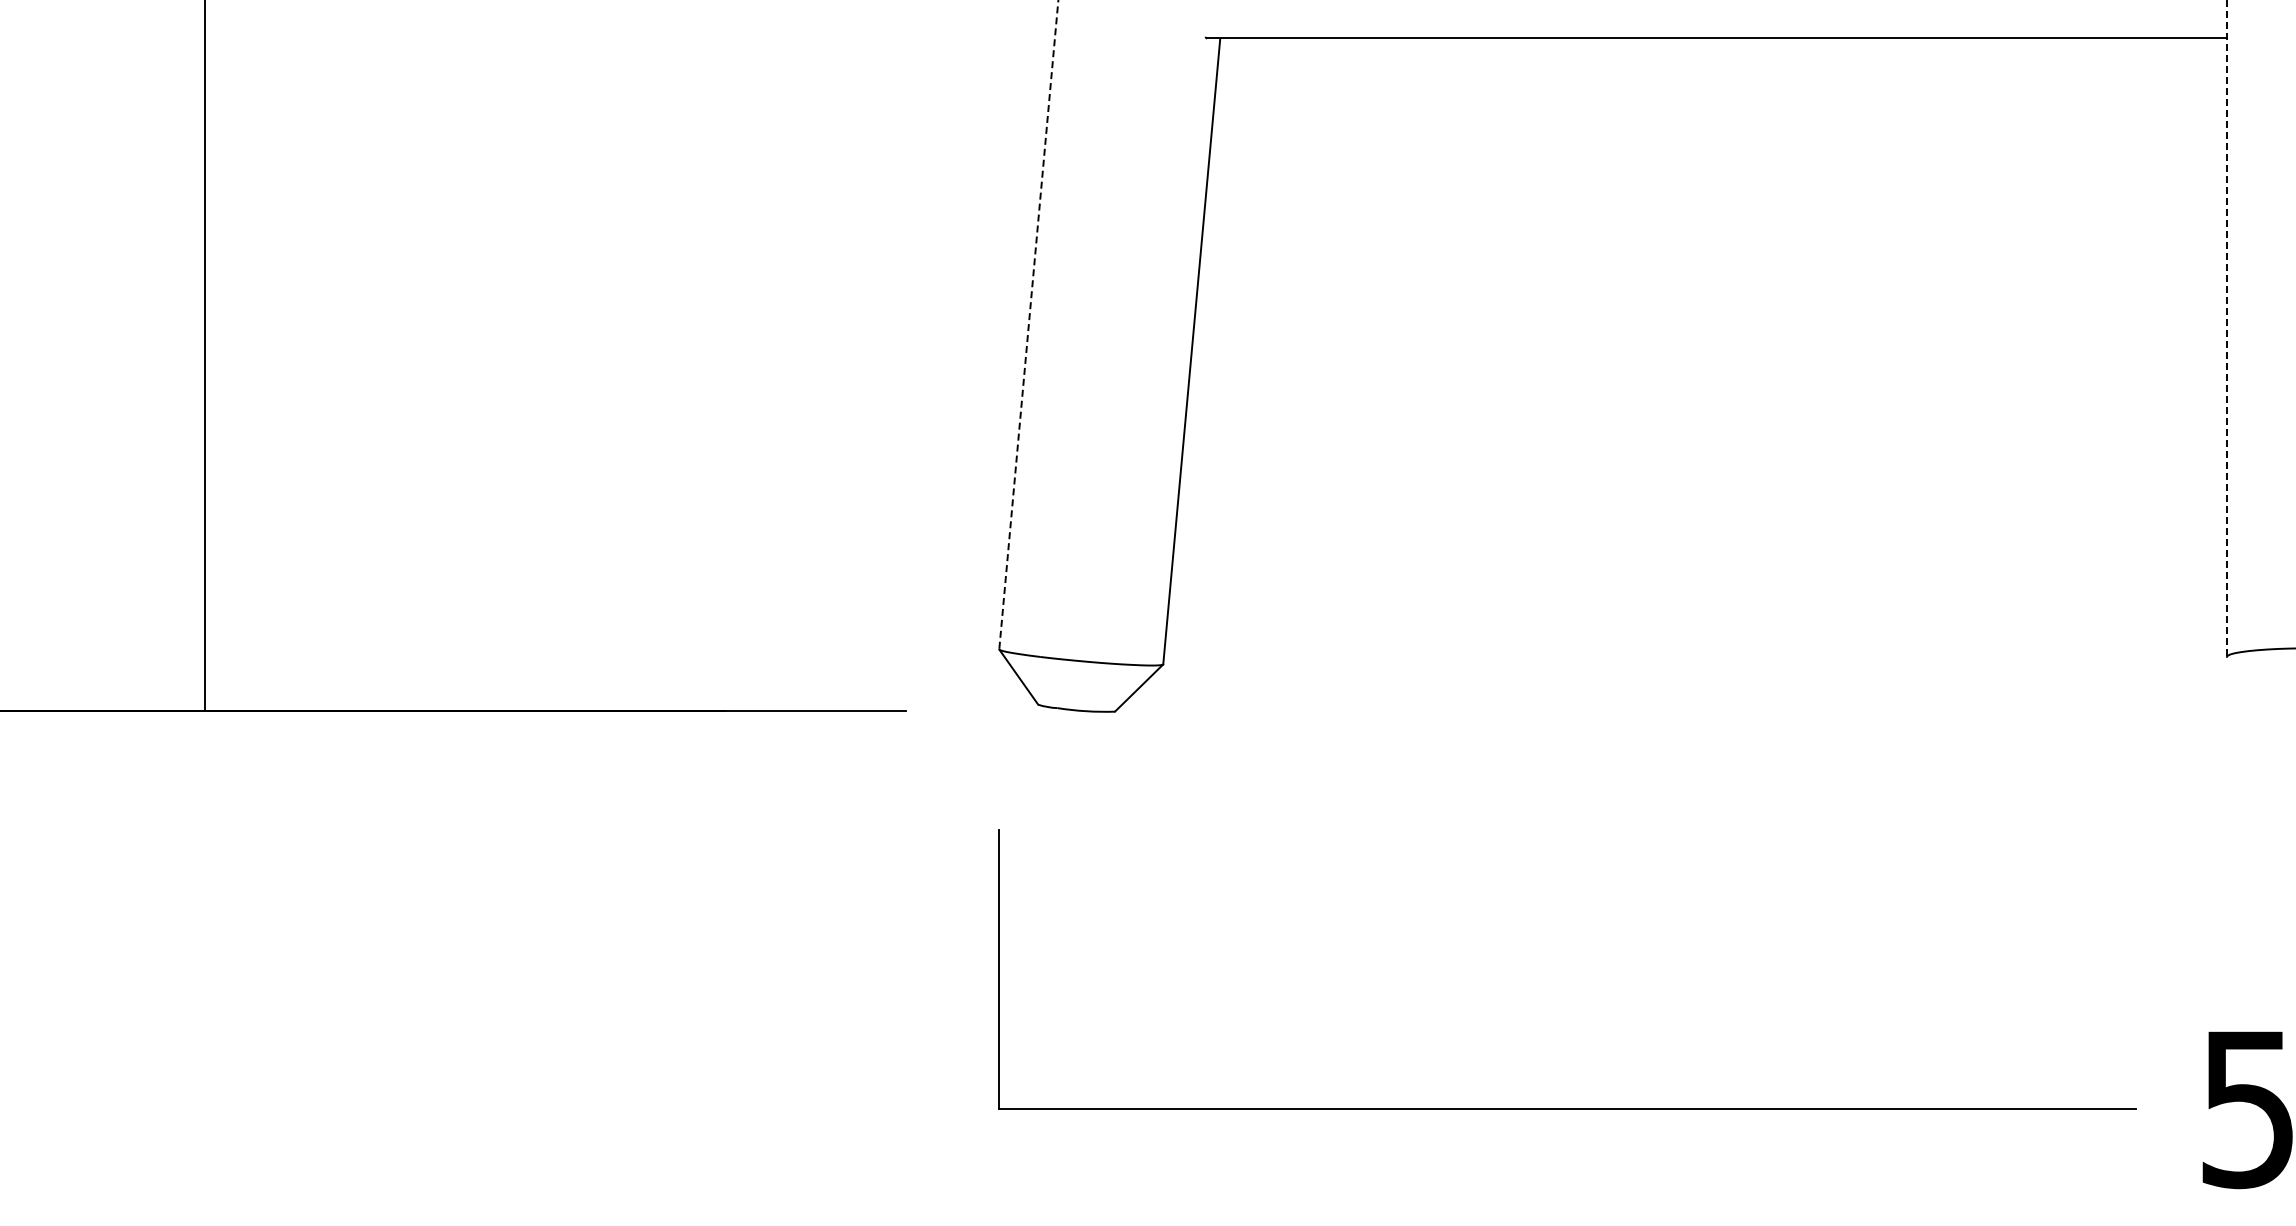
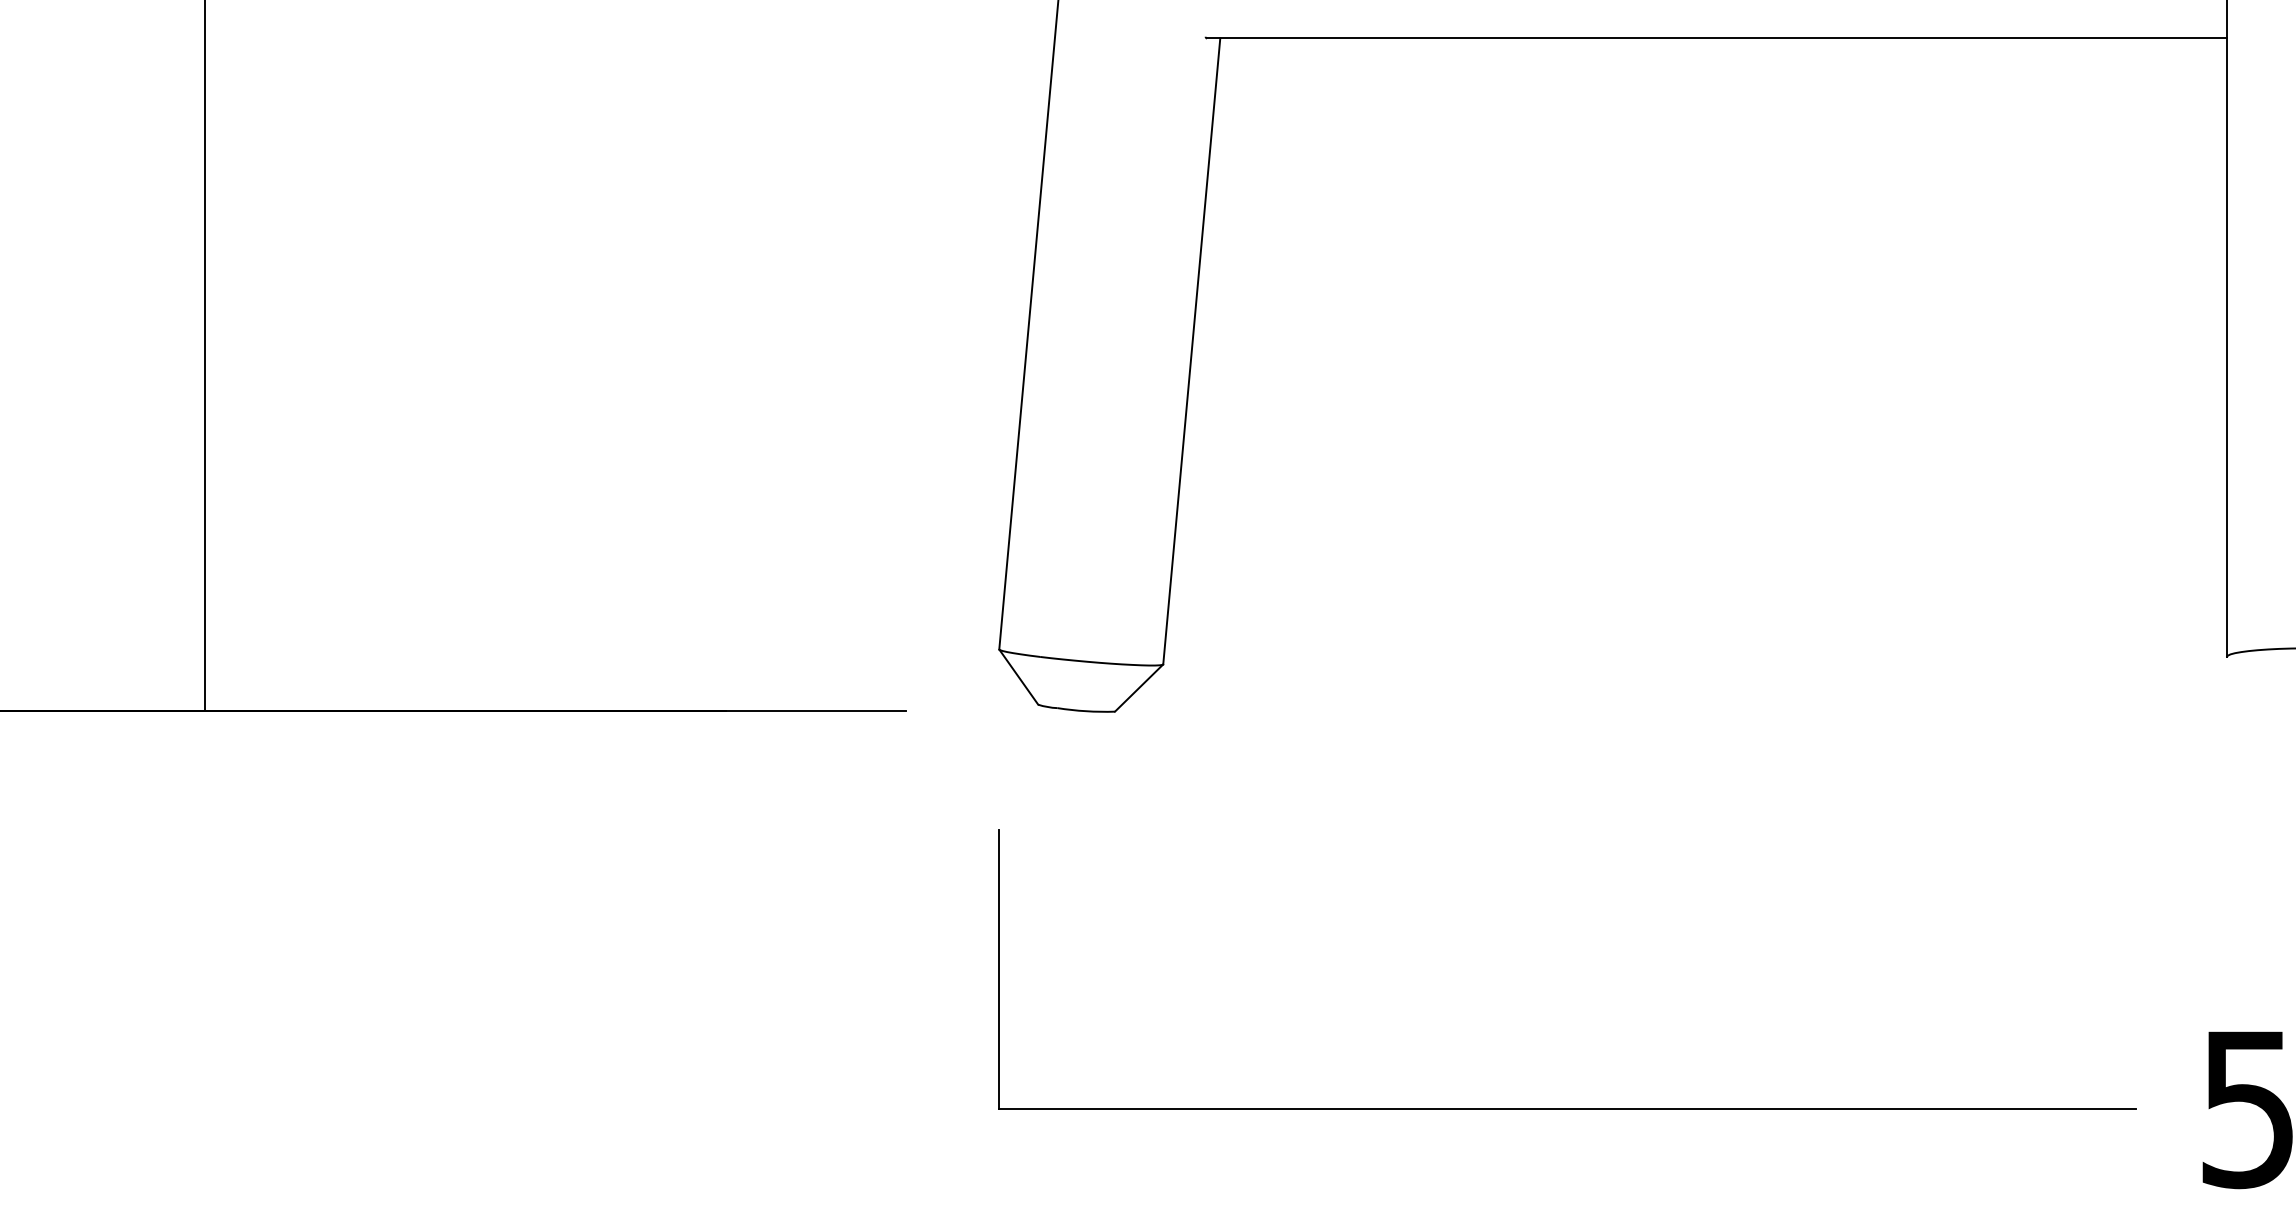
line at (1028, 325): dashed -> solid
line at (2226, 329): dashed -> solid
